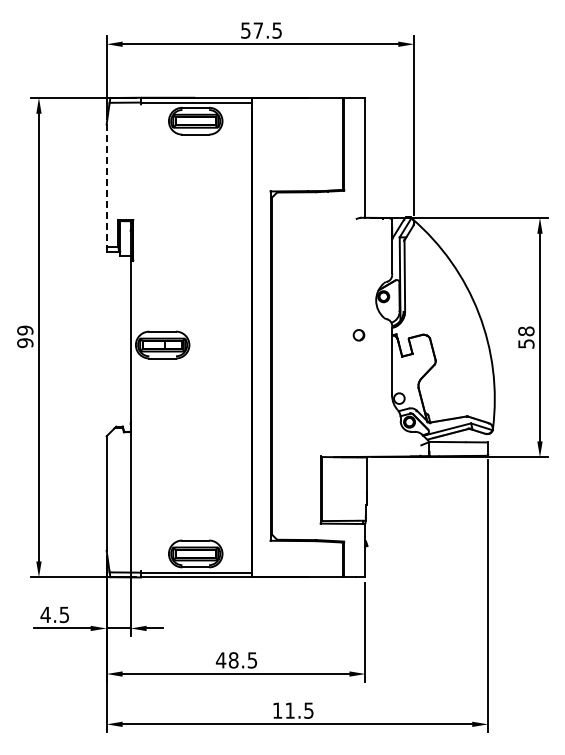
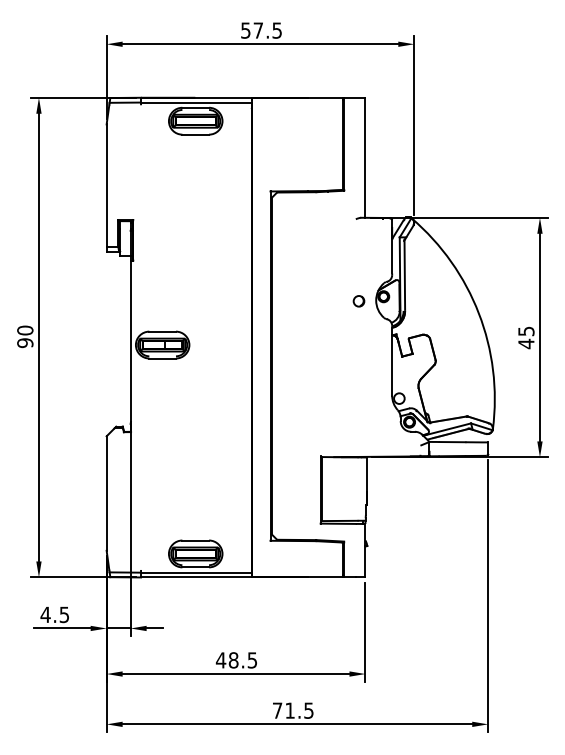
line at (106, 186): dashed -> solid
text at (25, 330): 99 -> 90
part at (358, 335) position: (358, 335) -> (358, 301)
text at (526, 337): 58 -> 45
text at (277, 710): 11.5 -> 71.5
